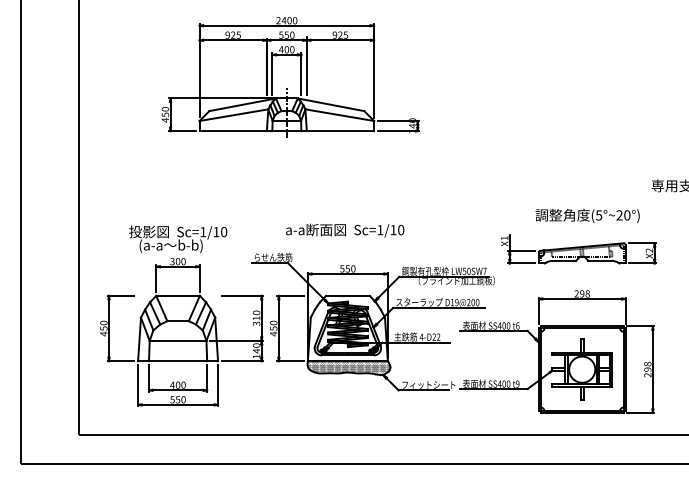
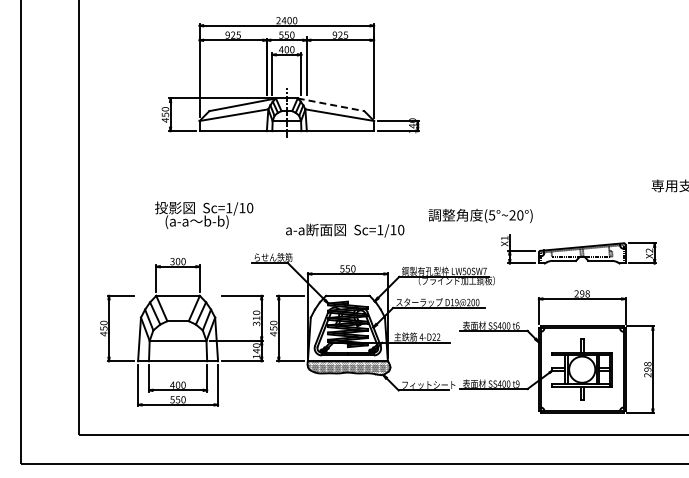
line at (331, 104): solid -> dashed
text at (587, 215) position: (587, 215) -> (480, 215)
text at (178, 238) position: (178, 238) -> (204, 214)
